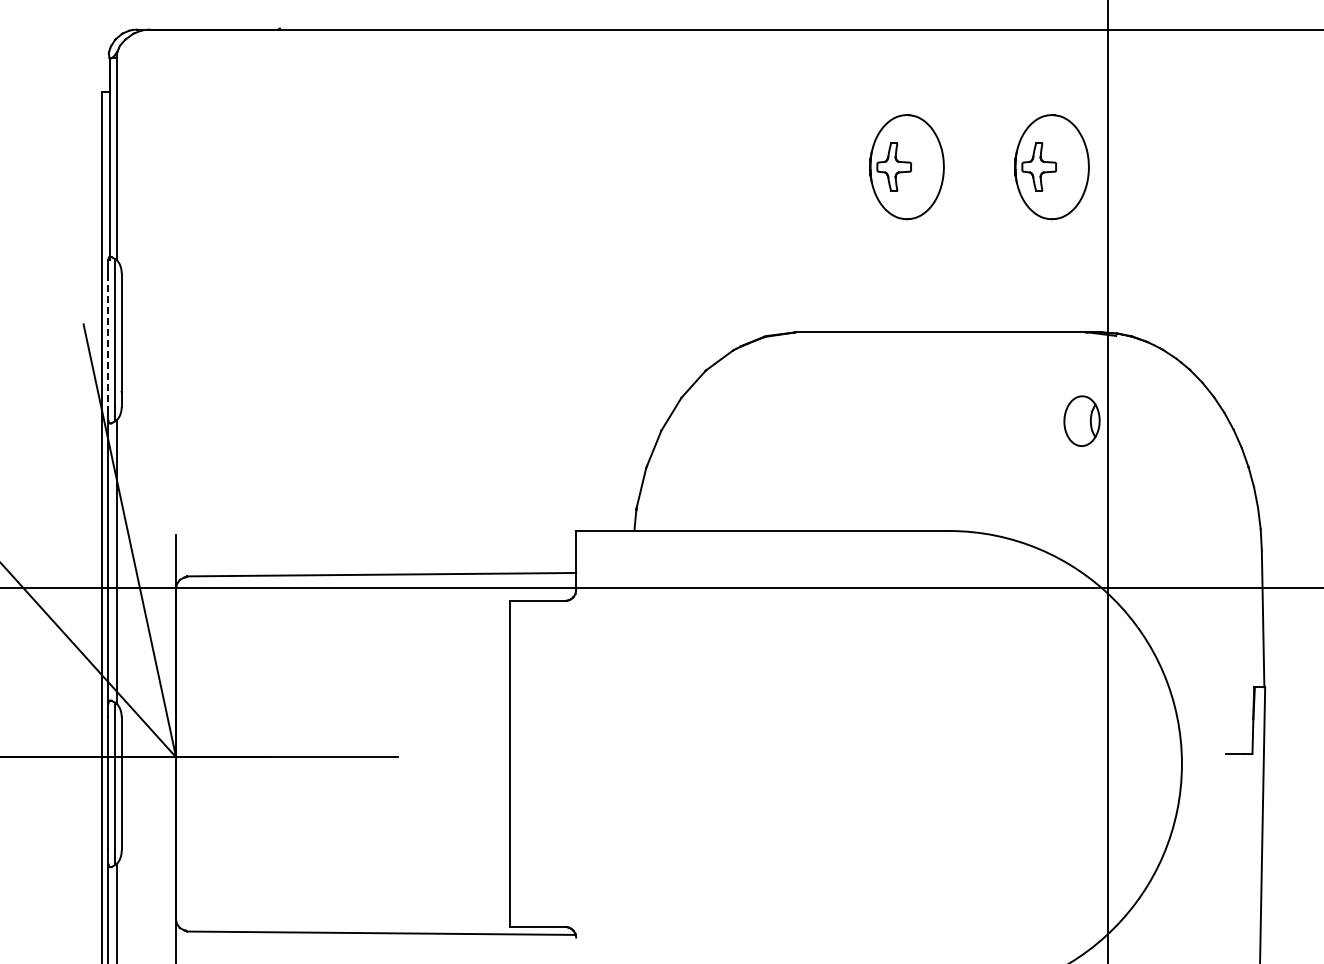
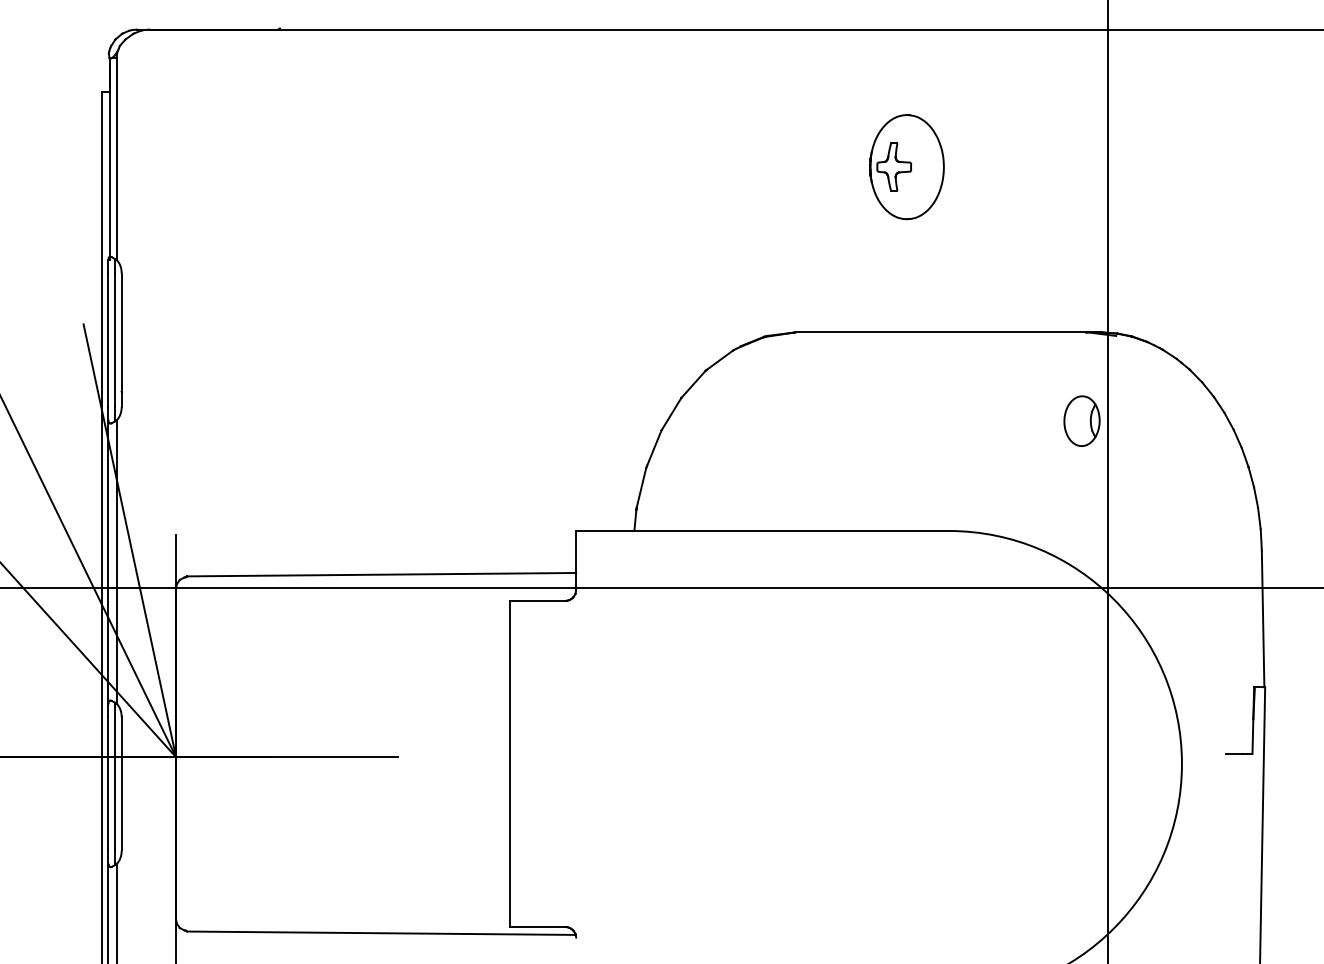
part at (1051, 167): present -> none
line at (108, 340): dashed -> solid
line at (89, 578): none -> present
